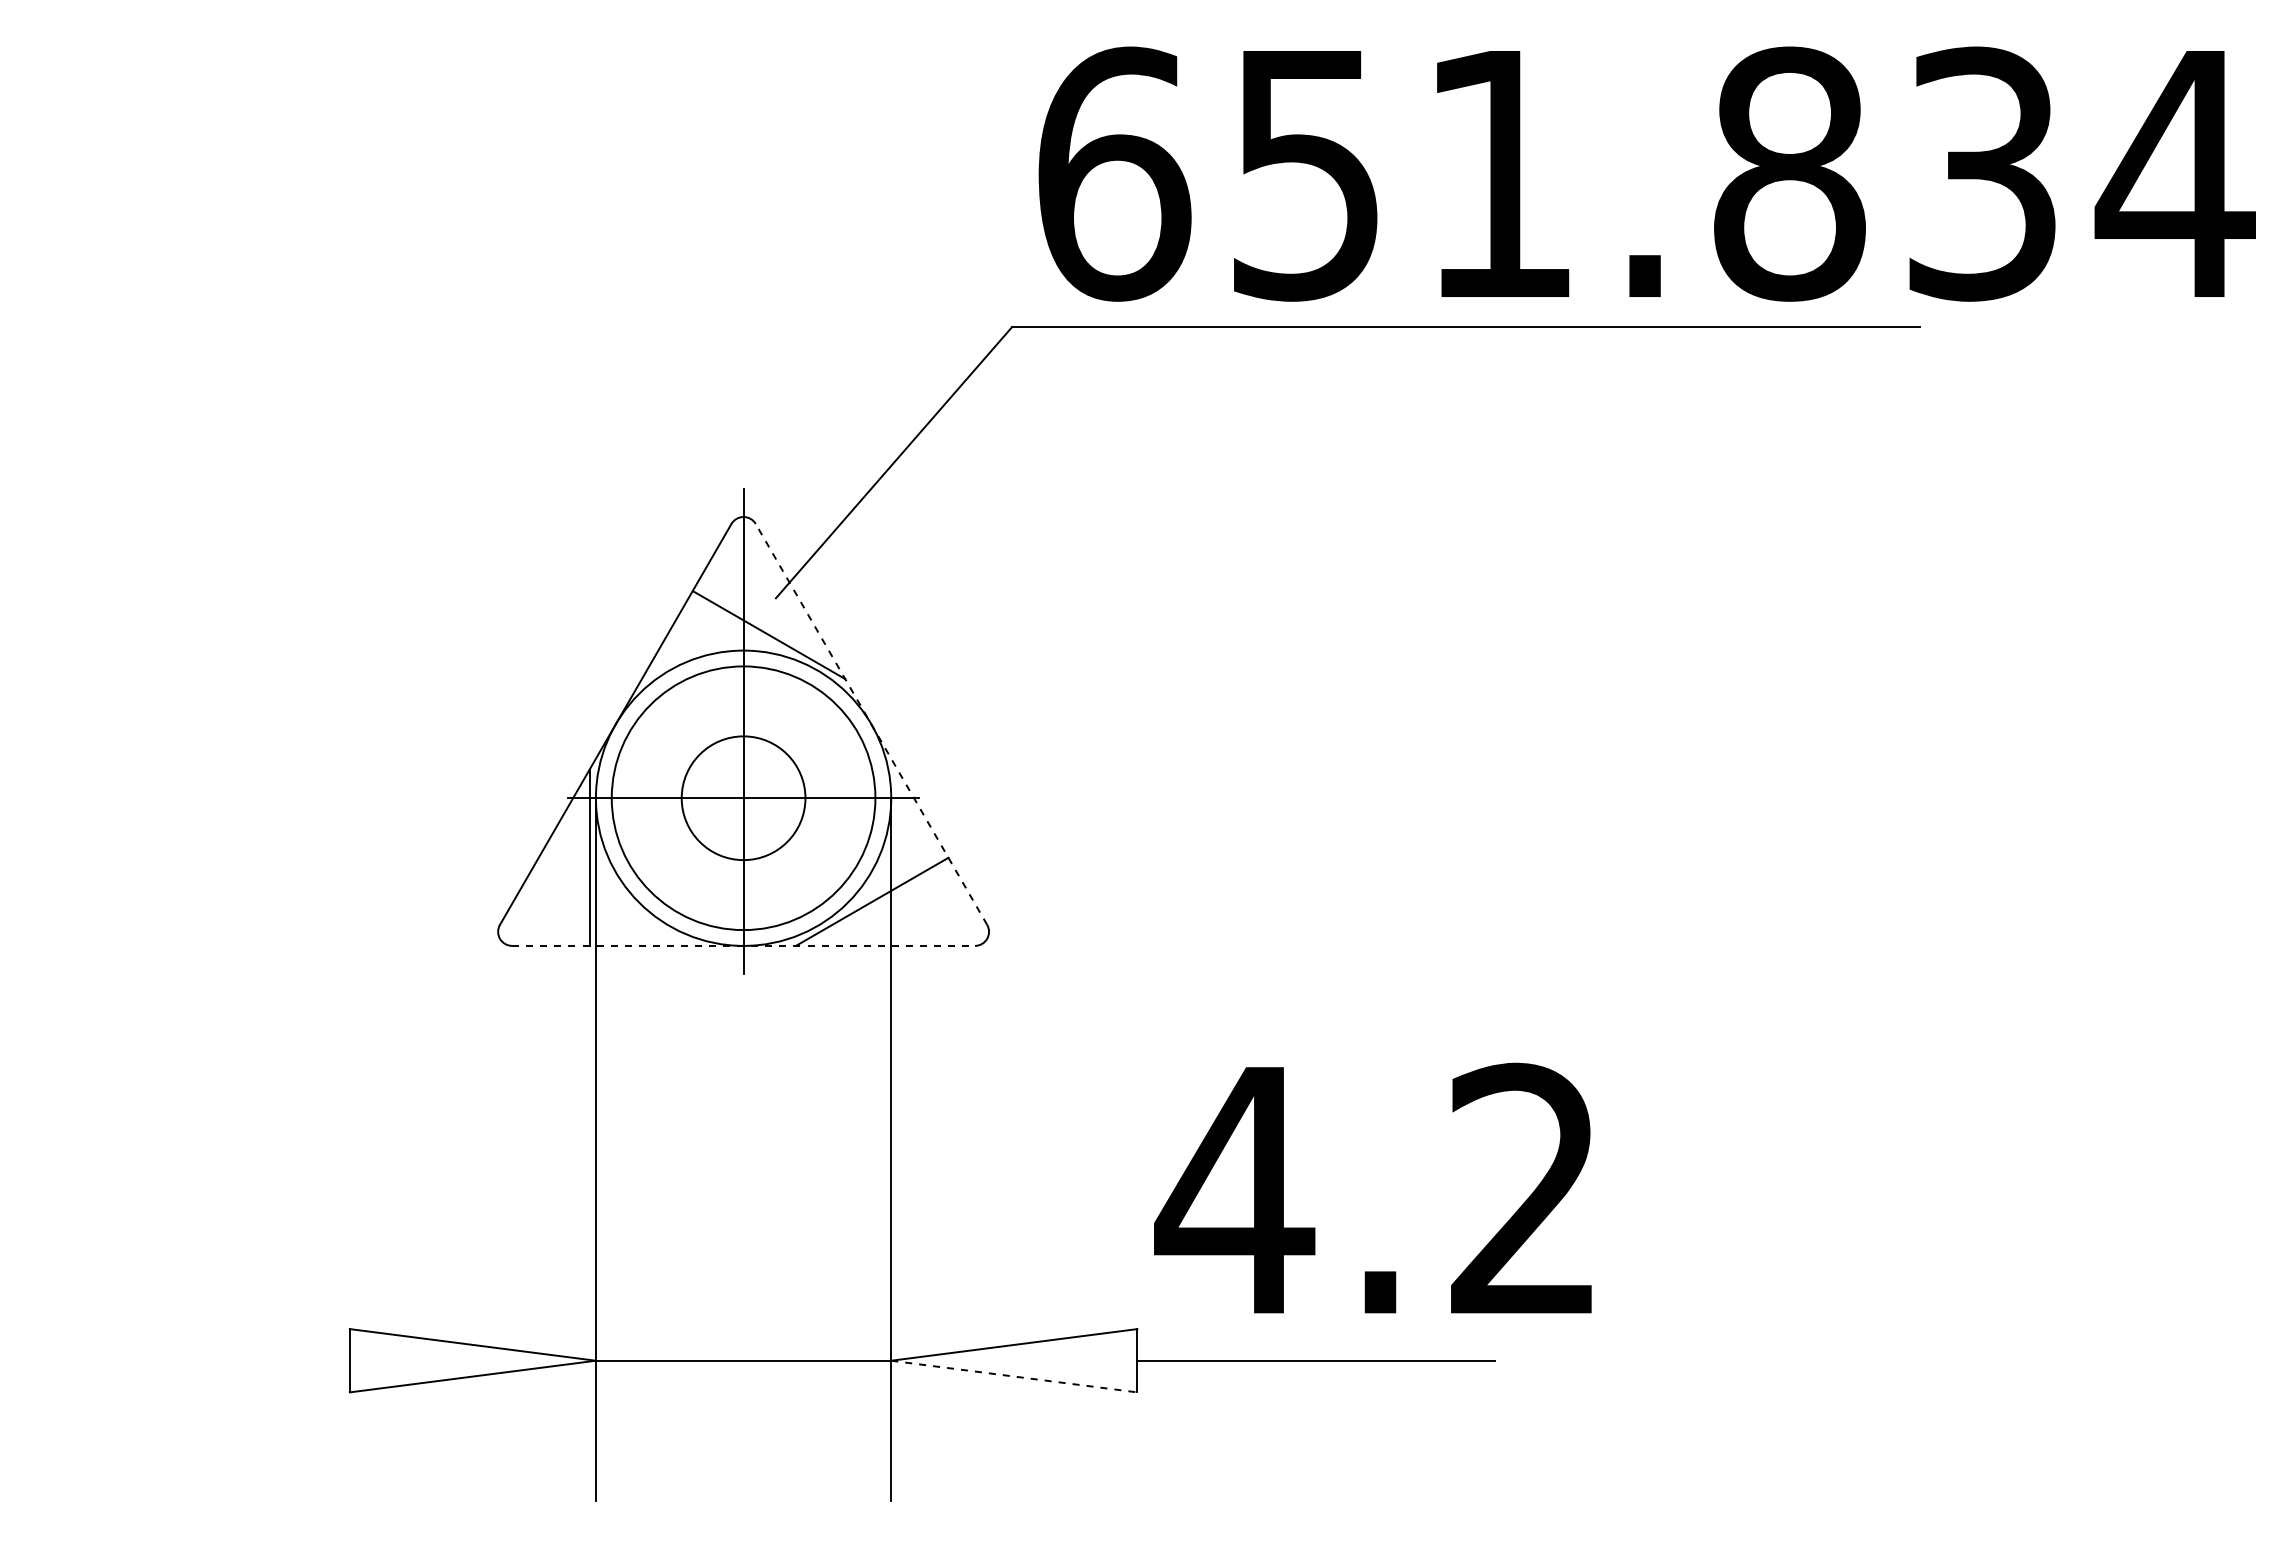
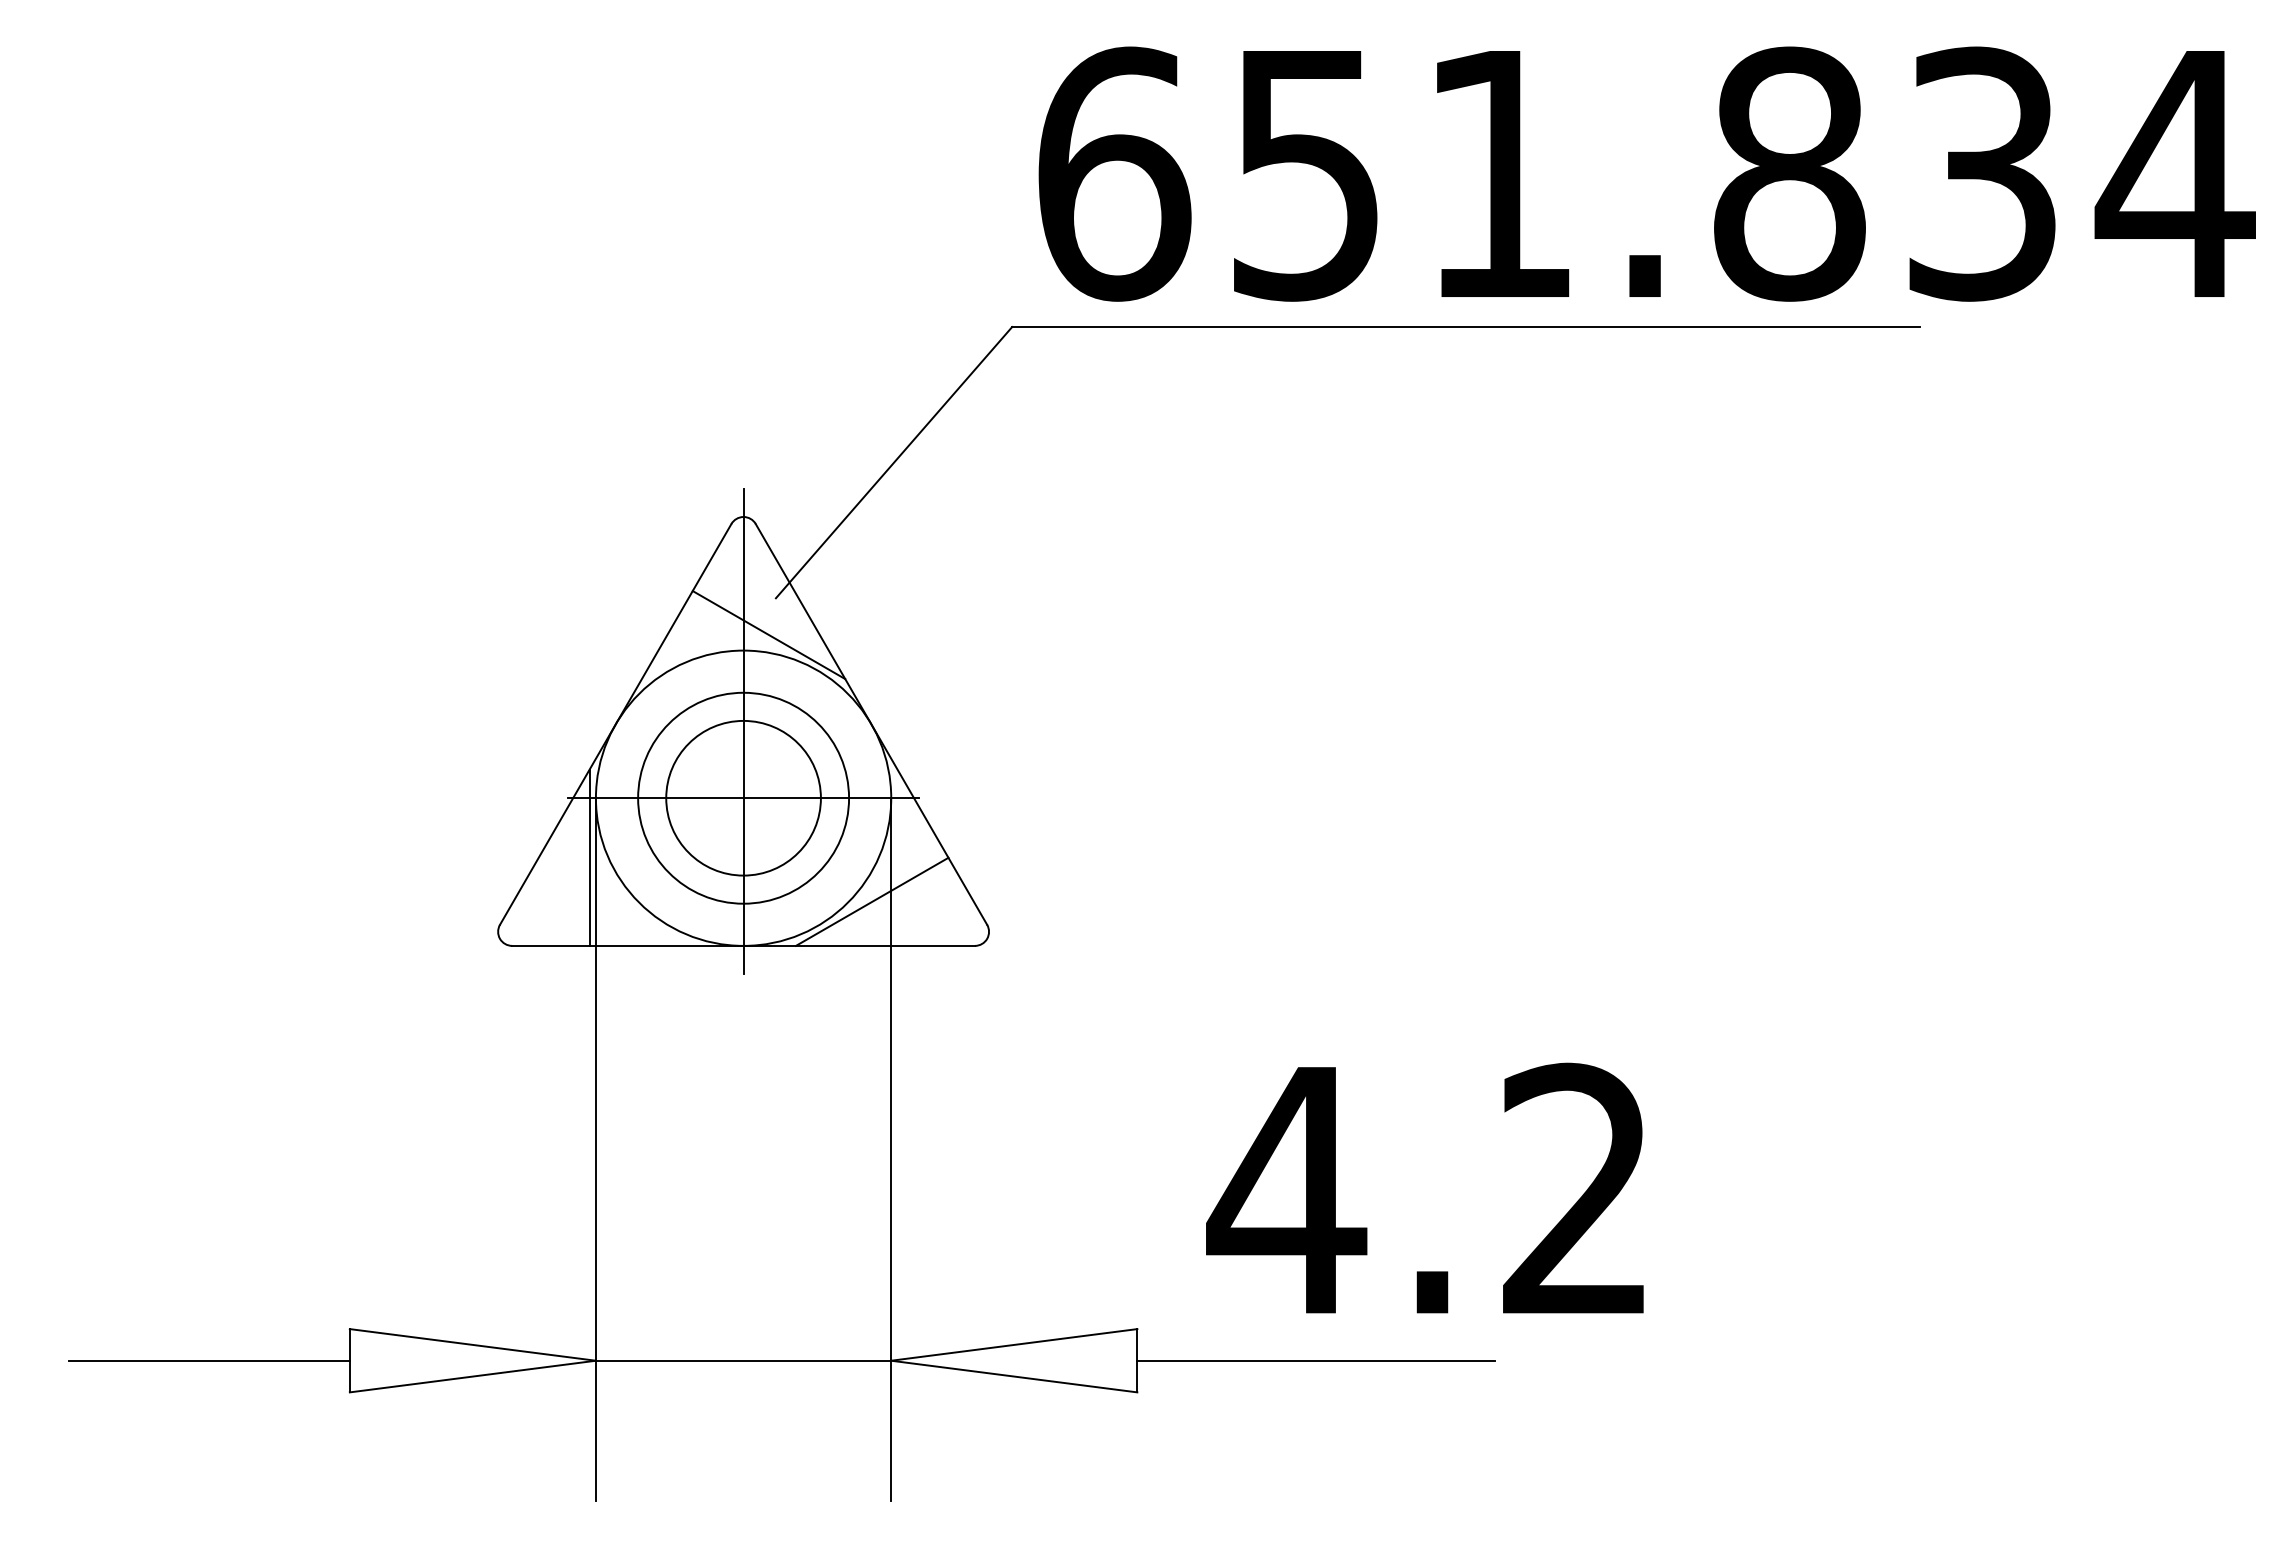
line at (871, 723): dashed -> solid
circle at (743, 798) diameter: 124 px -> 155 px
circle at (743, 798) diameter: 264 px -> 211 px
line at (744, 945): dashed -> solid
text at (1372, 1187) position: (1372, 1187) -> (1424, 1187)
line at (208, 1360): none -> present
line at (1014, 1376): dashed -> solid
